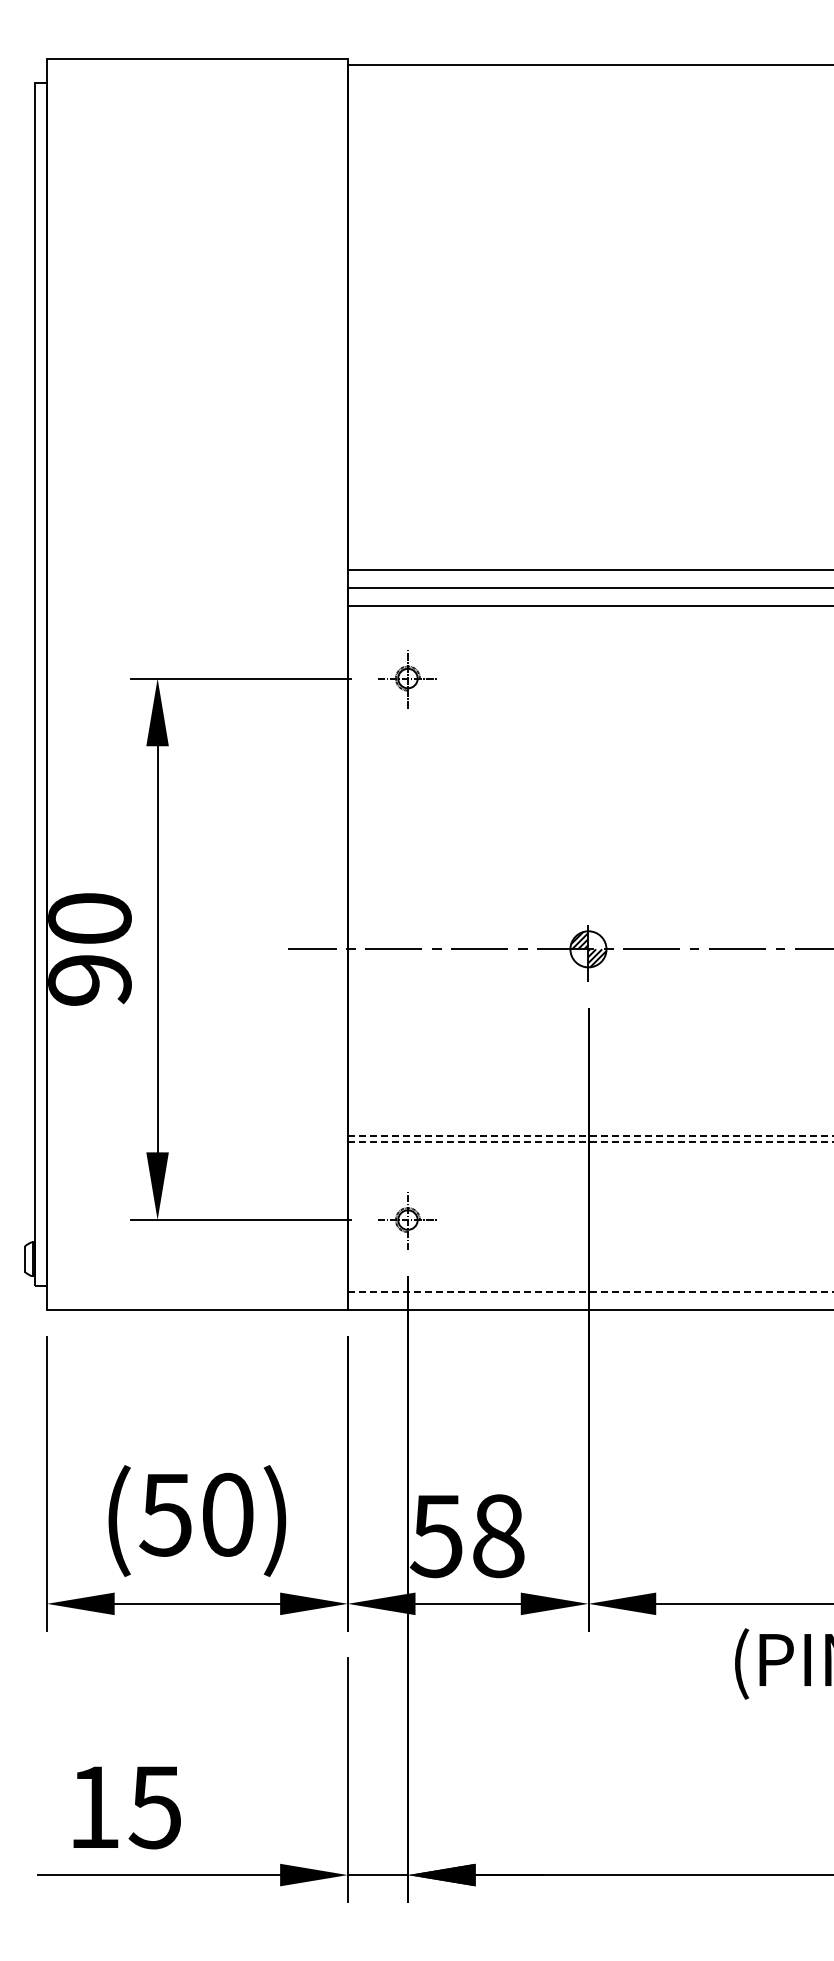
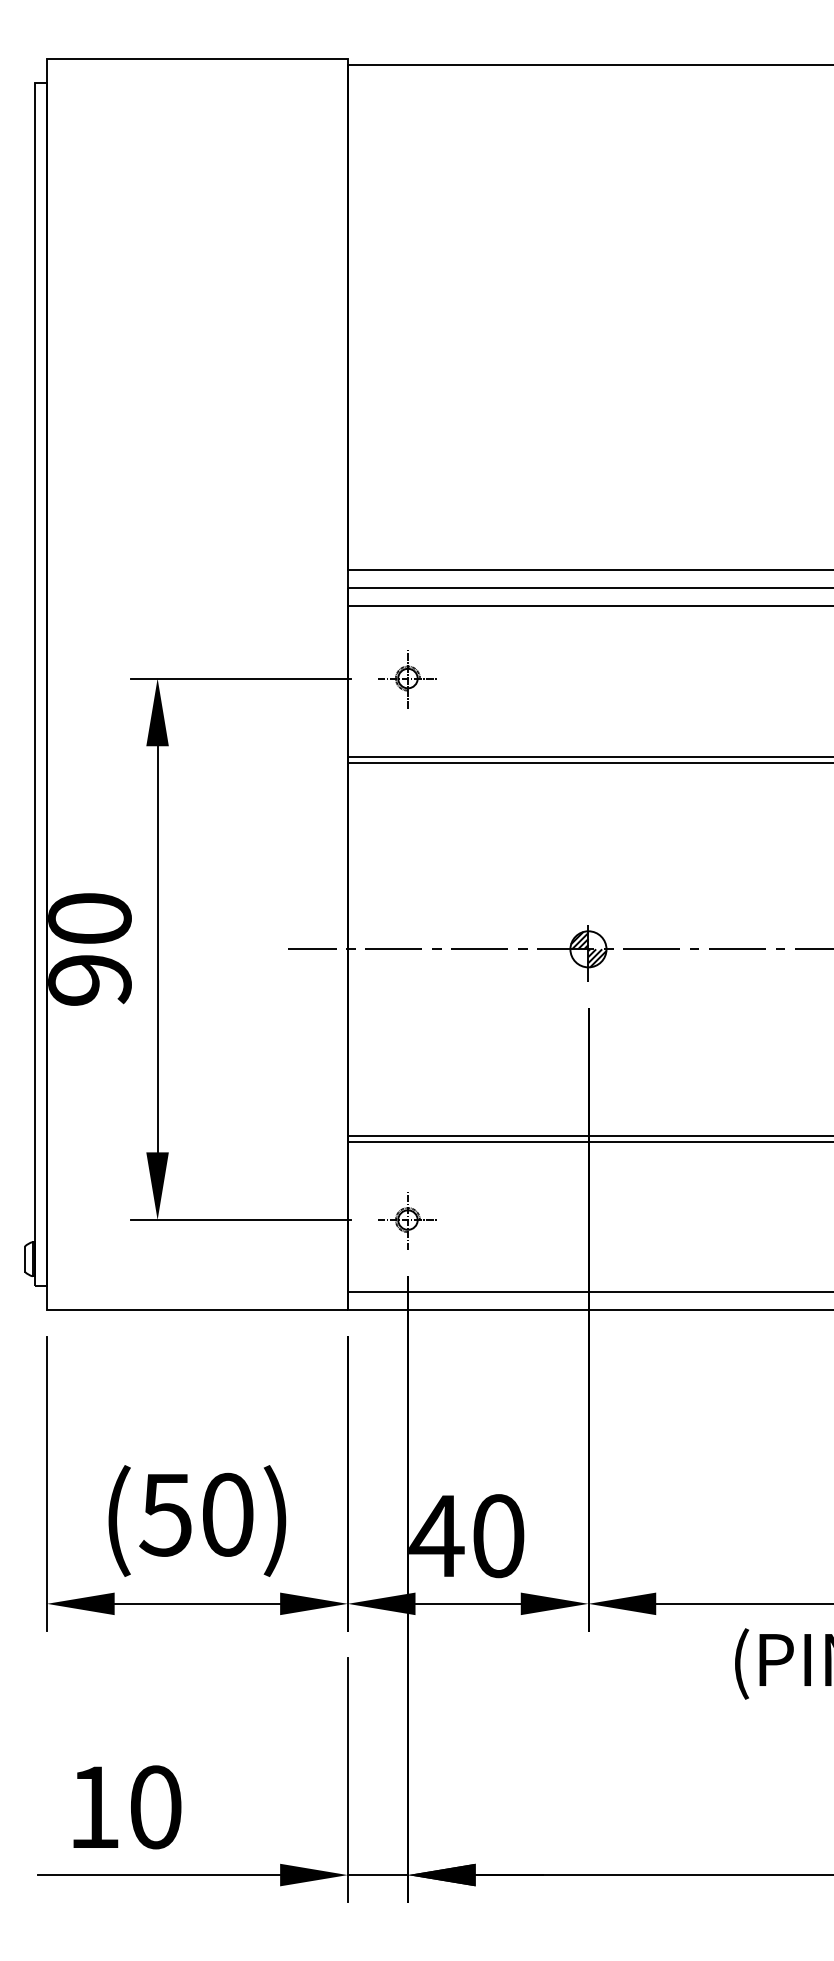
line at (588, 756): none -> present
line at (588, 762): none -> present
line at (590, 1135): dashed -> solid
line at (590, 1141): dashed -> solid
line at (590, 1292): dashed -> solid
text at (466, 1536): 58 -> 40
text at (154, 1807): 15 -> 10
